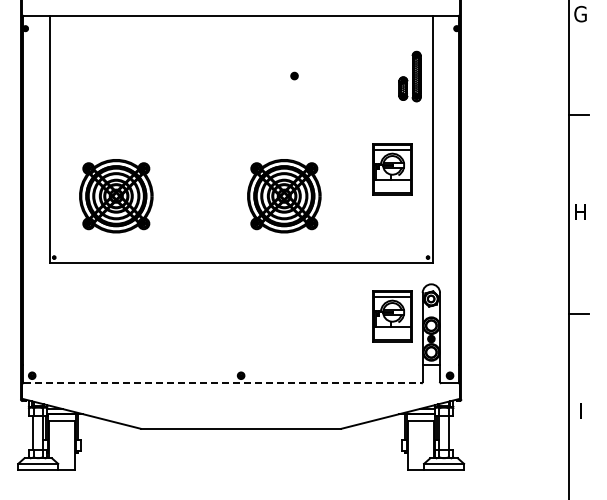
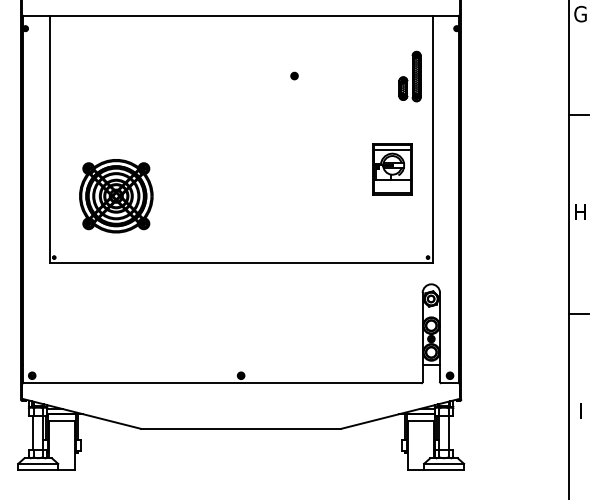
part at (284, 196): present -> none
part at (392, 316): present -> none
line at (223, 383): dashed -> solid
